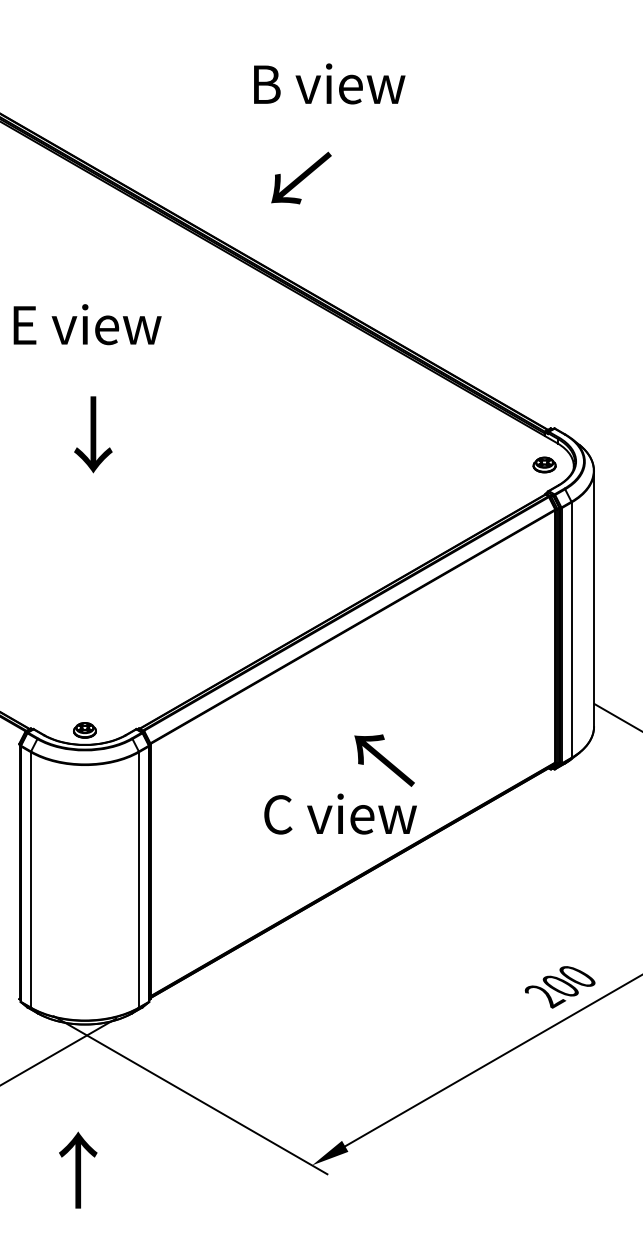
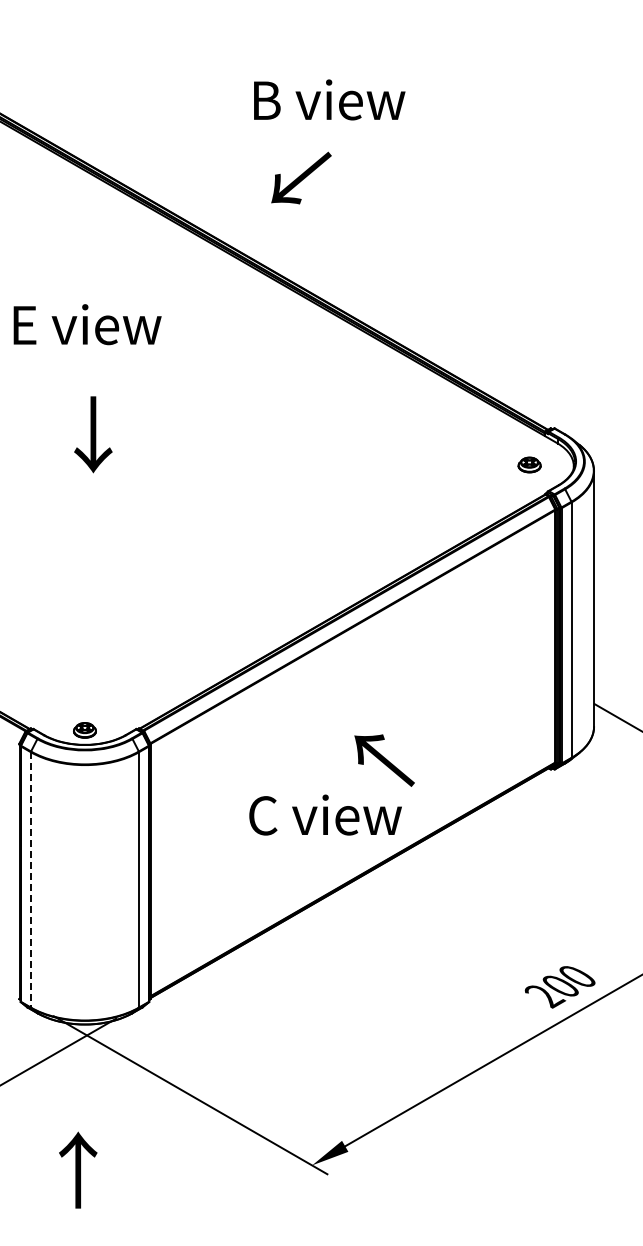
text at (329, 83) position: (329, 83) -> (329, 99)
part at (544, 464) position: (544, 464) -> (529, 464)
text at (340, 813) position: (340, 813) -> (325, 814)
line at (30, 879): solid -> dashed
